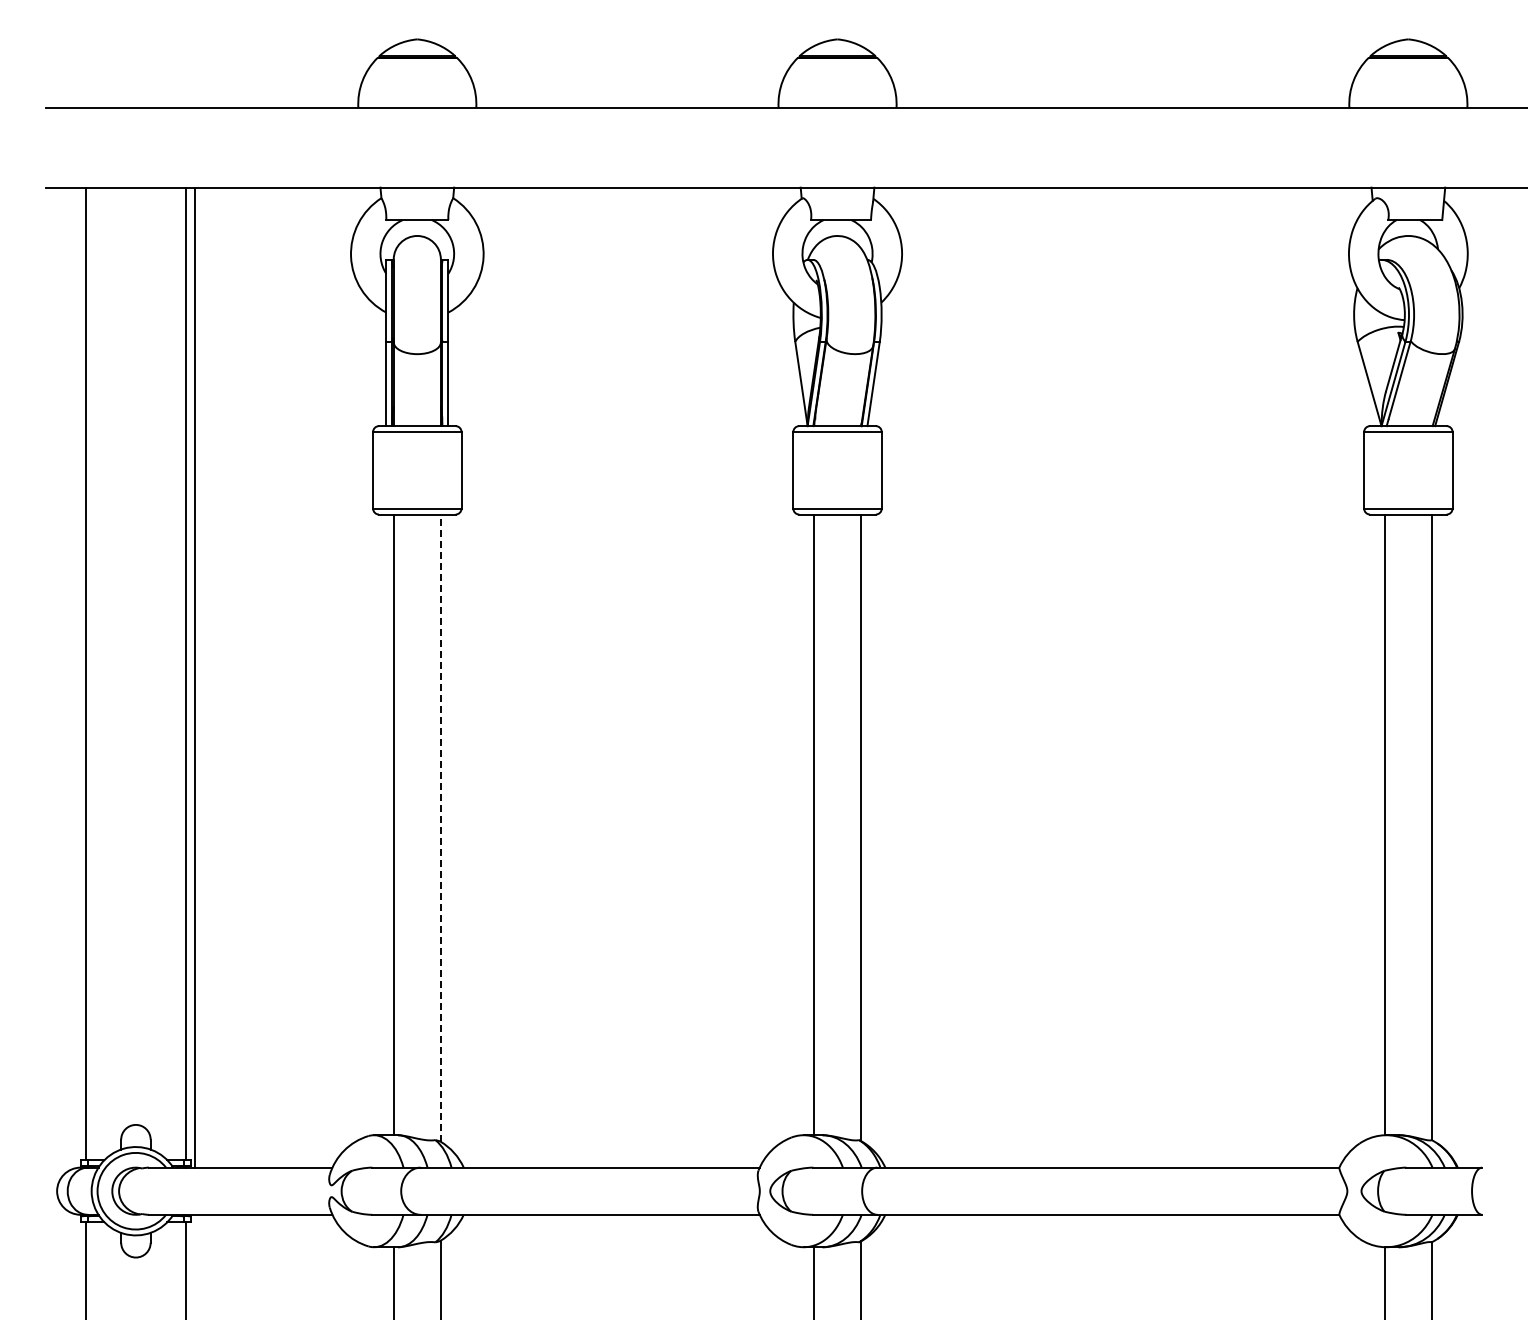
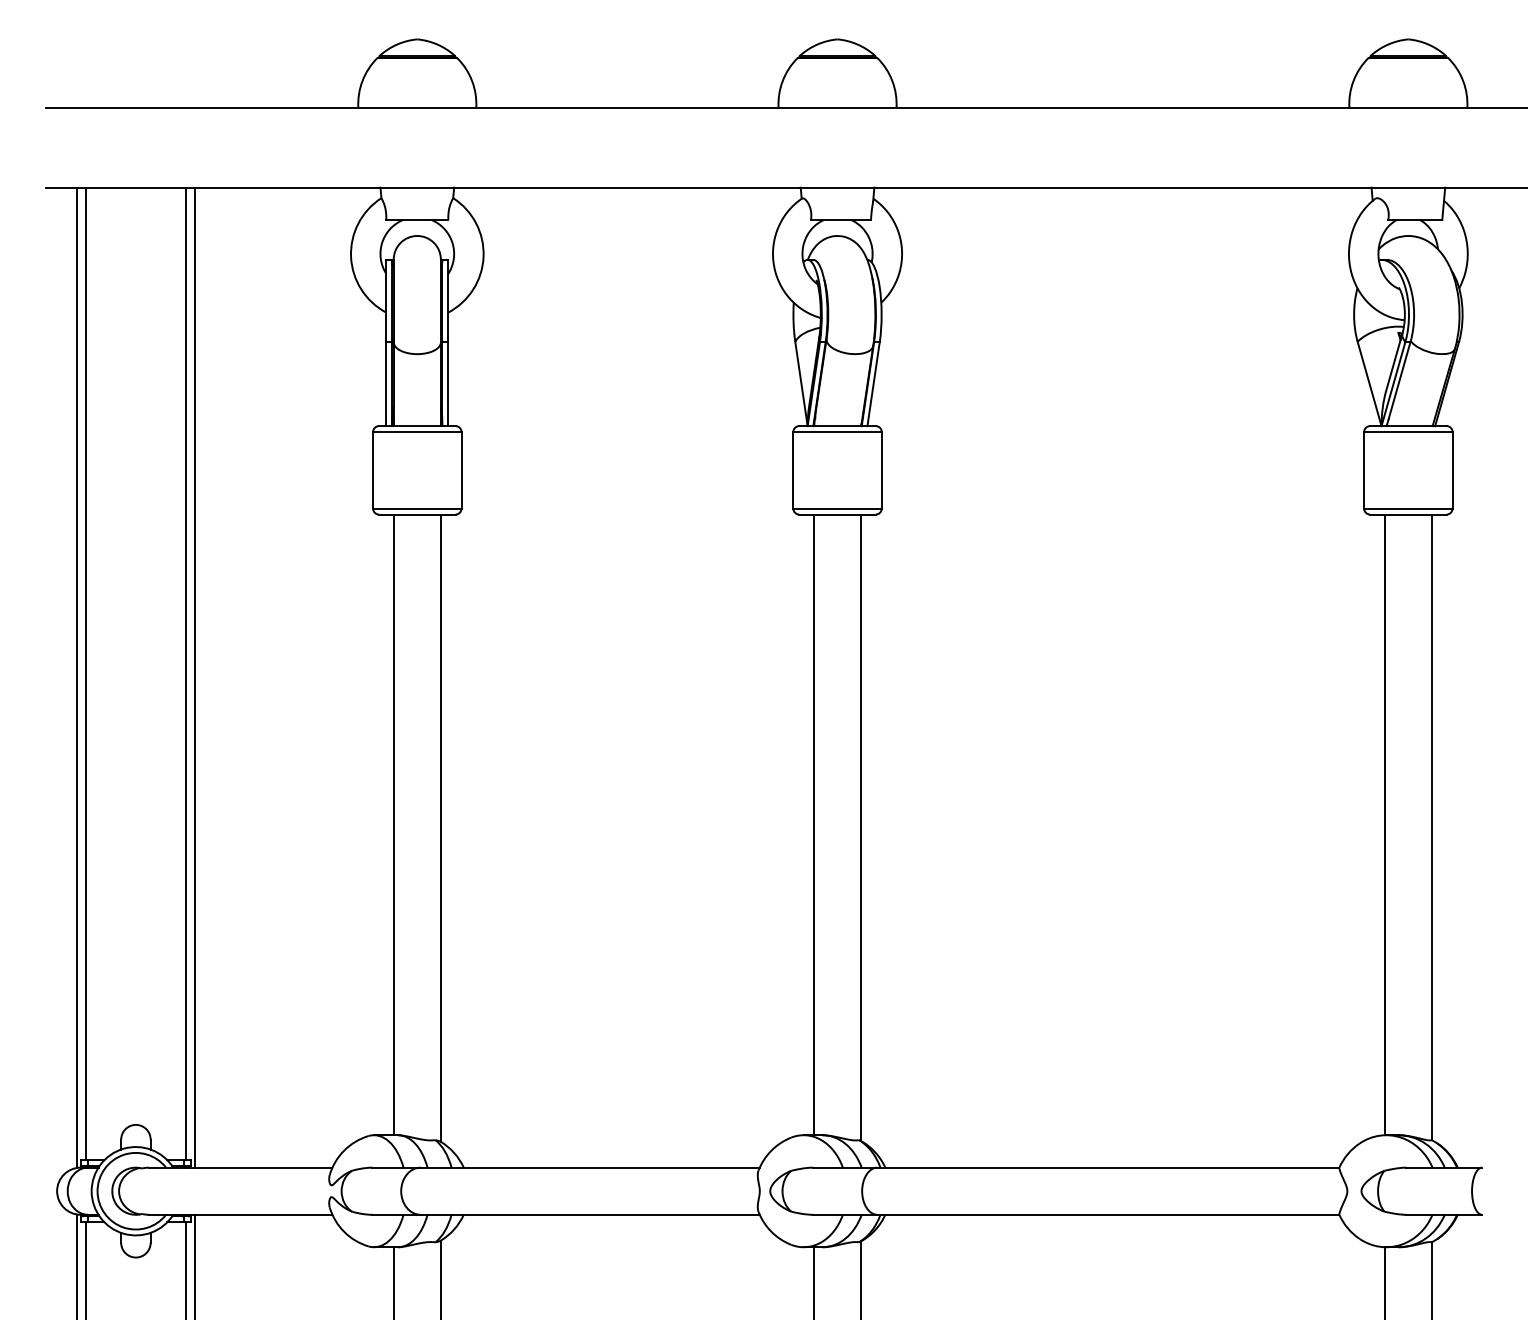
line at (76, 677): none -> present
line at (440, 828): dashed -> solid
line at (76, 1265): none -> present
line at (194, 1265): none -> present
